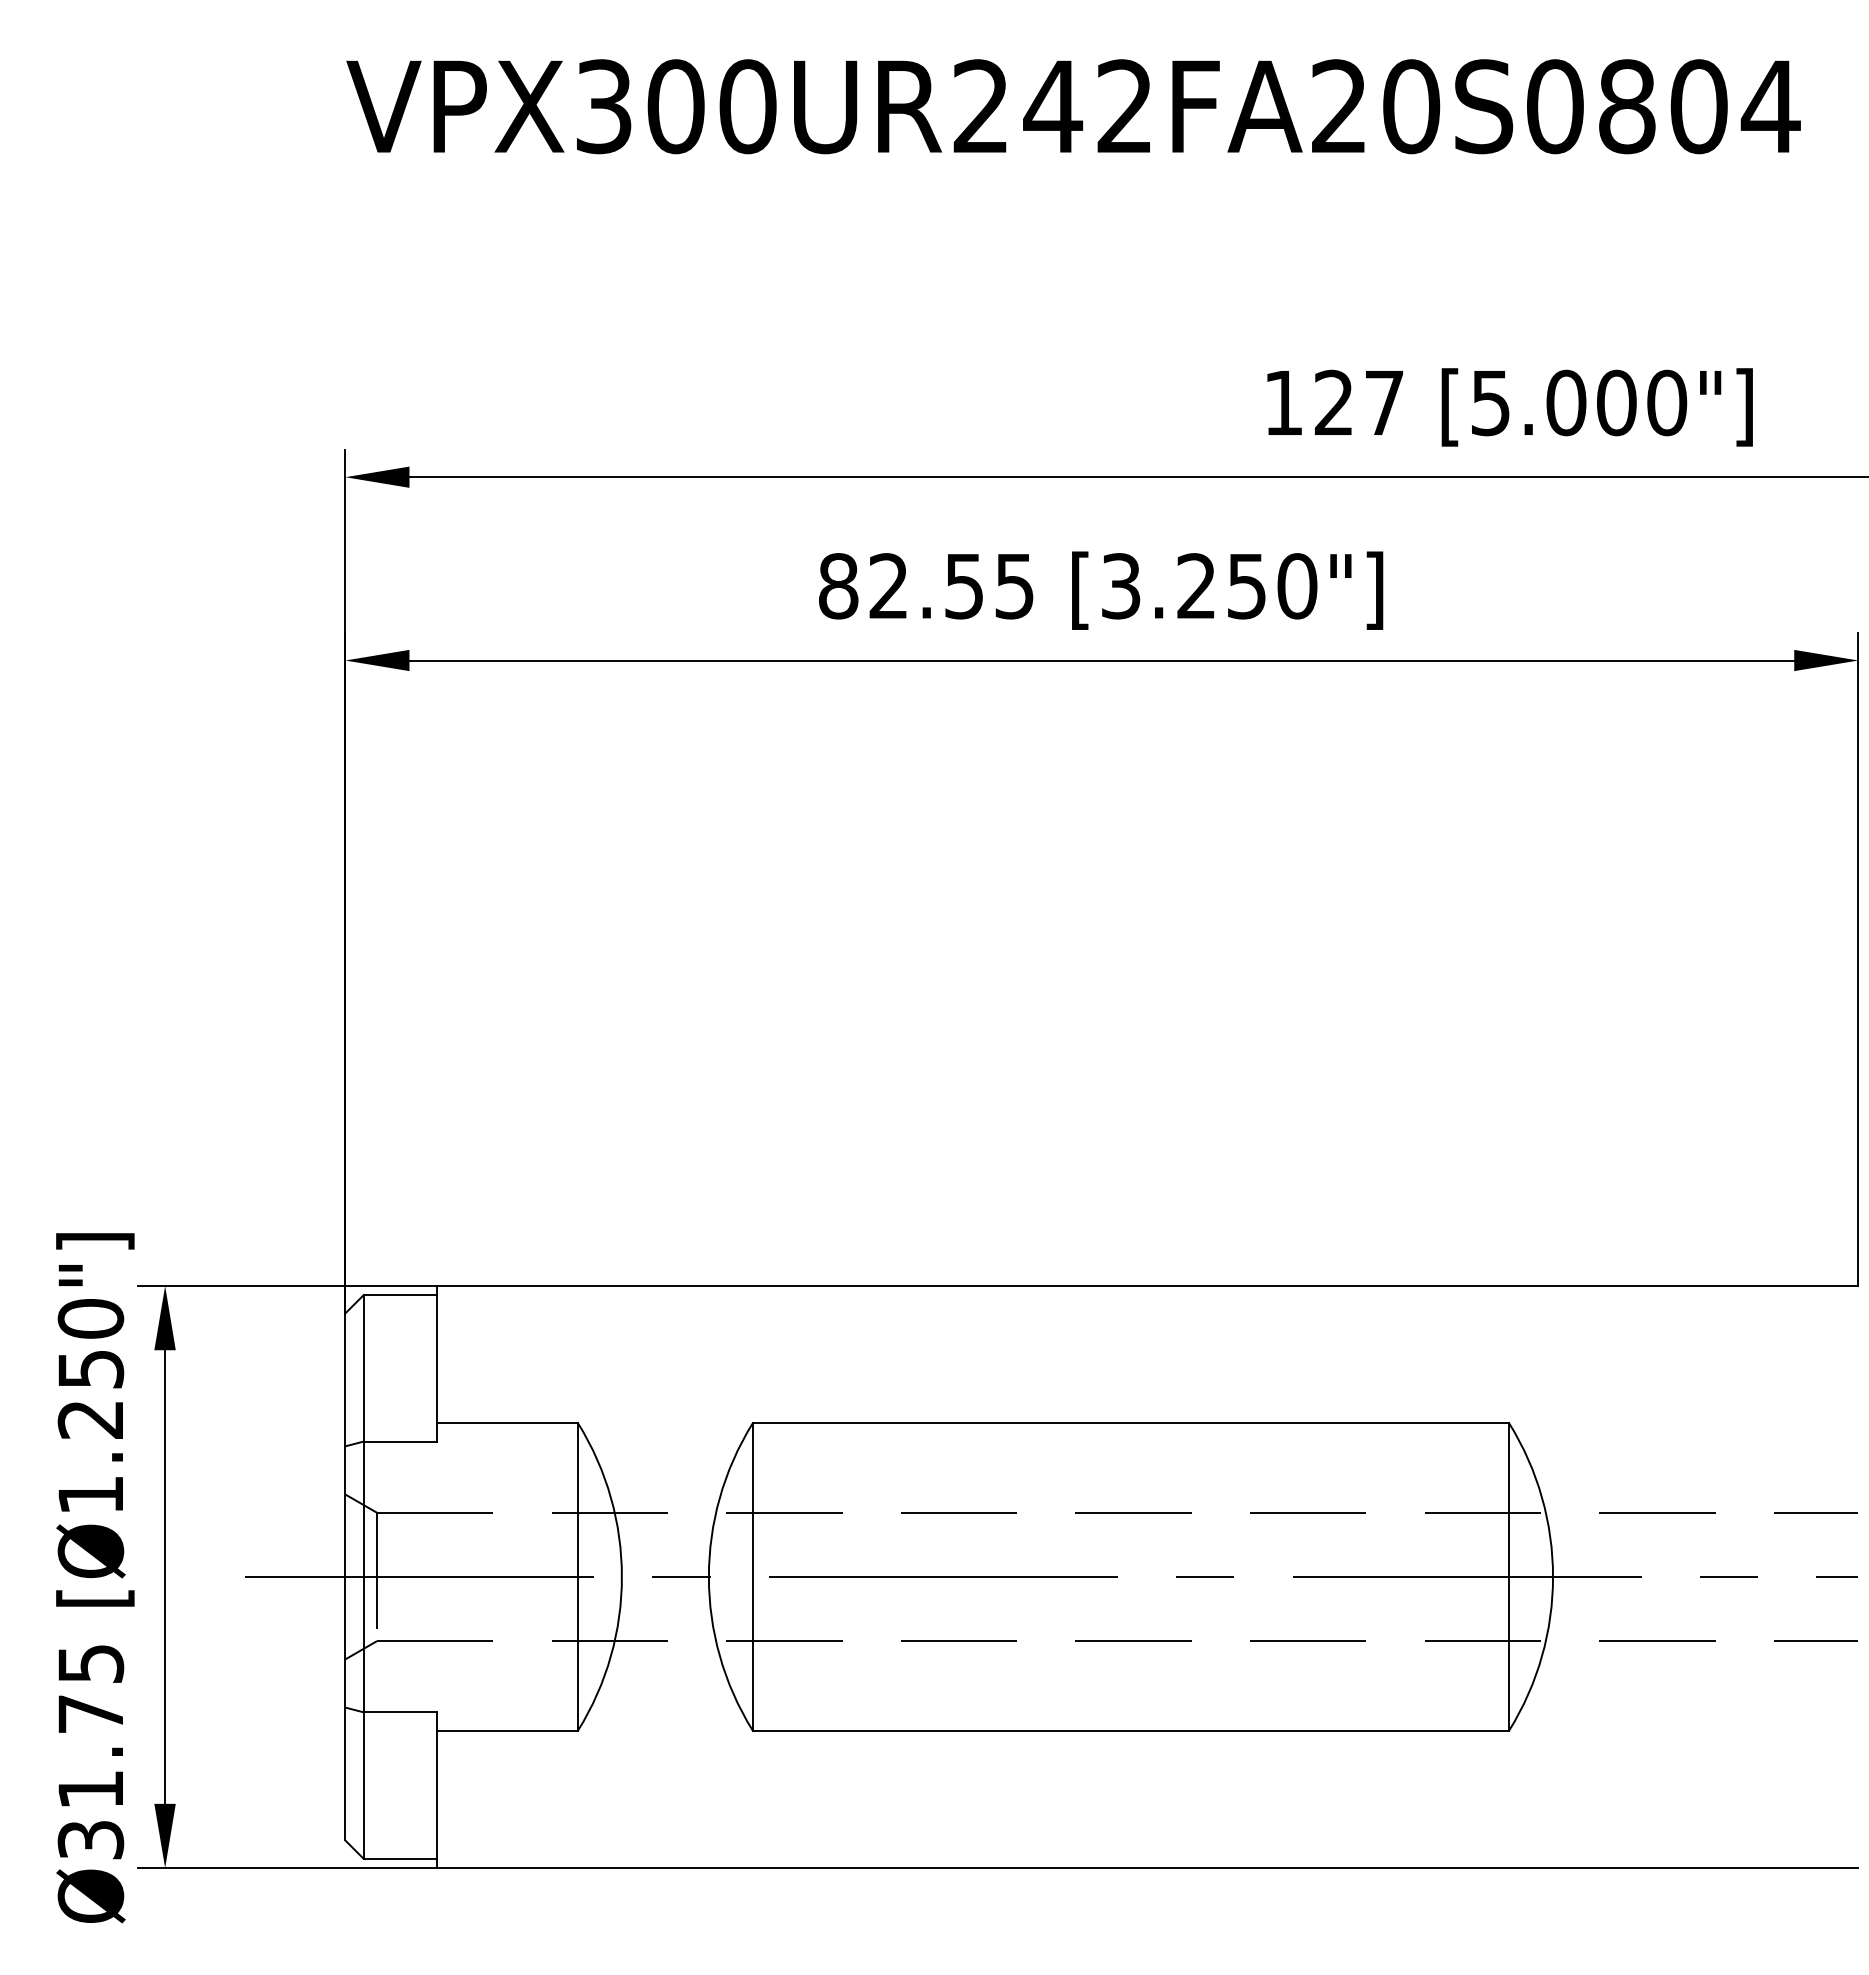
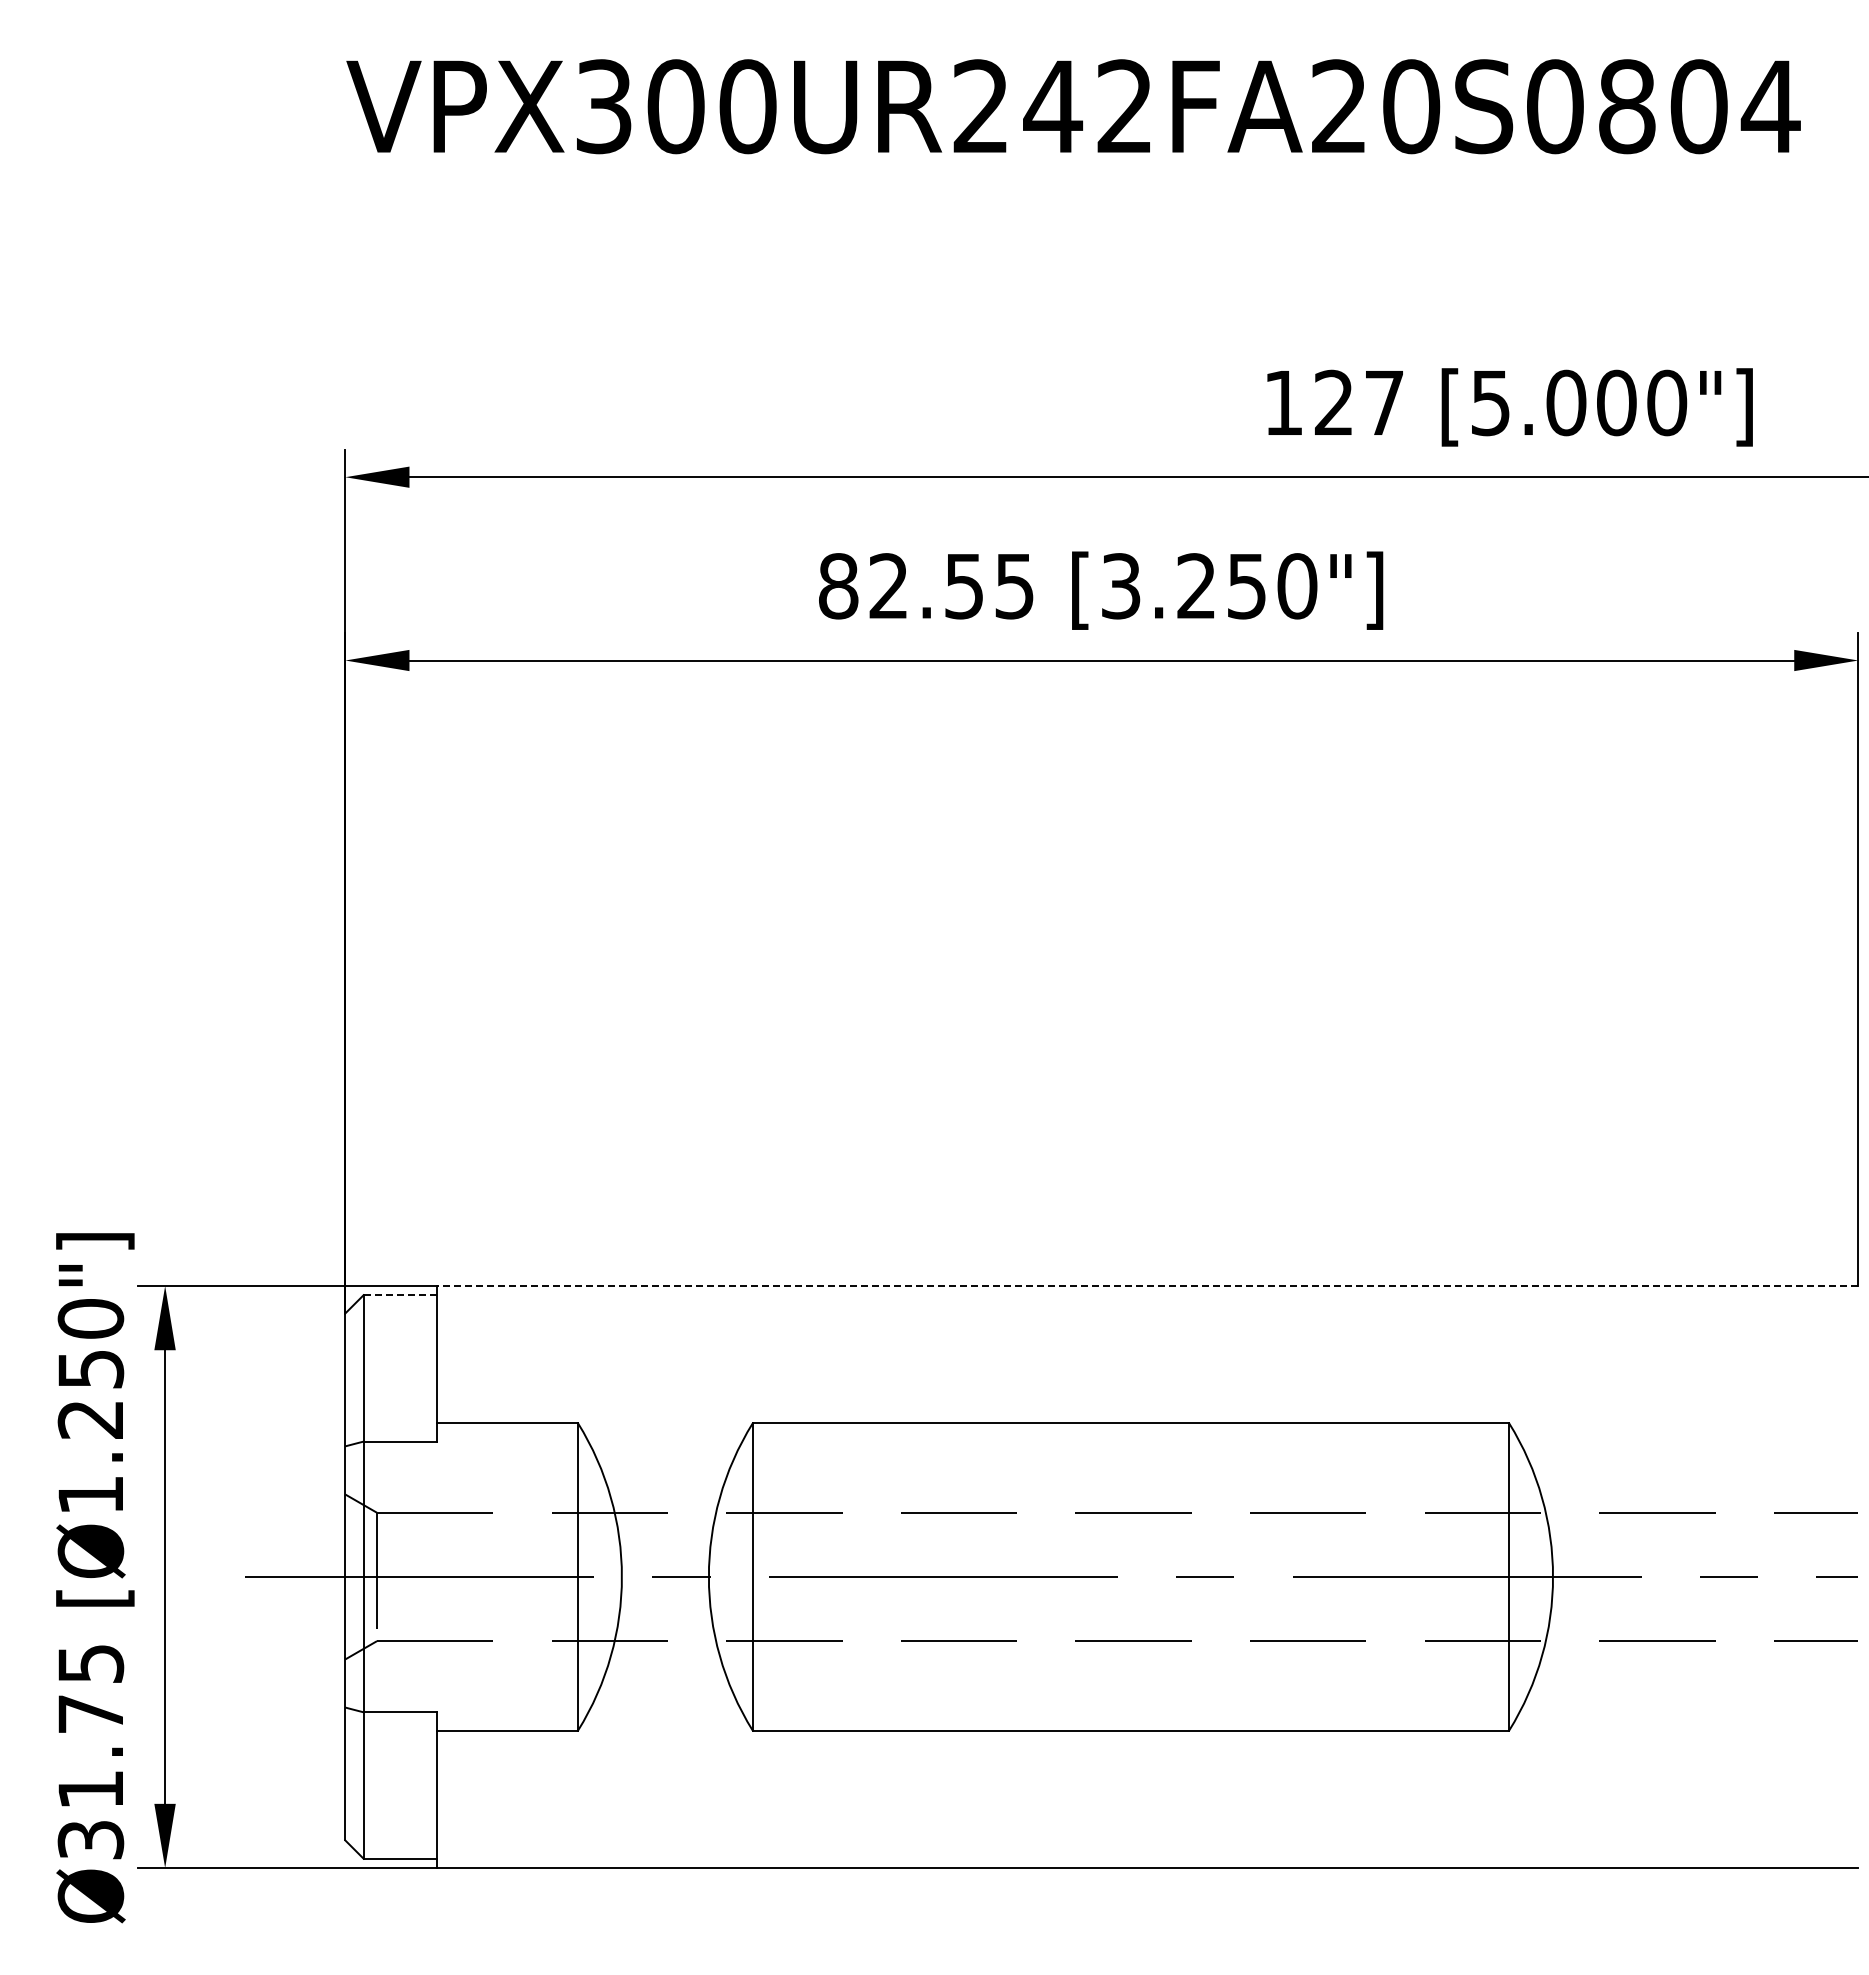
line at (1147, 1285): solid -> dashed
line at (400, 1295): solid -> dashed
